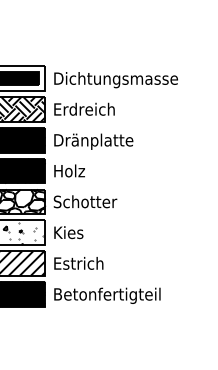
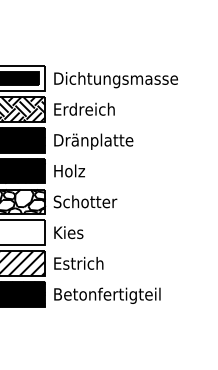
hatch at (22, 234): present -> none
